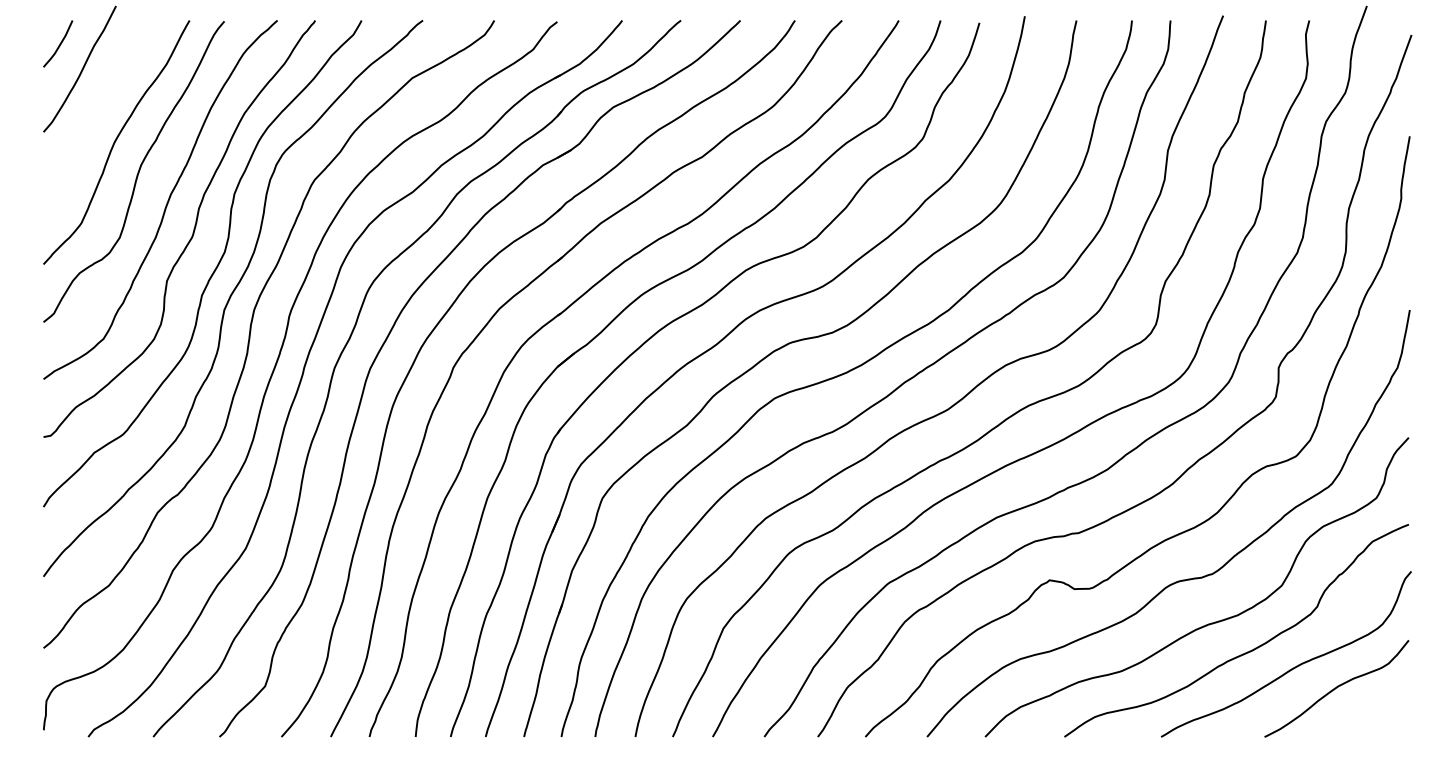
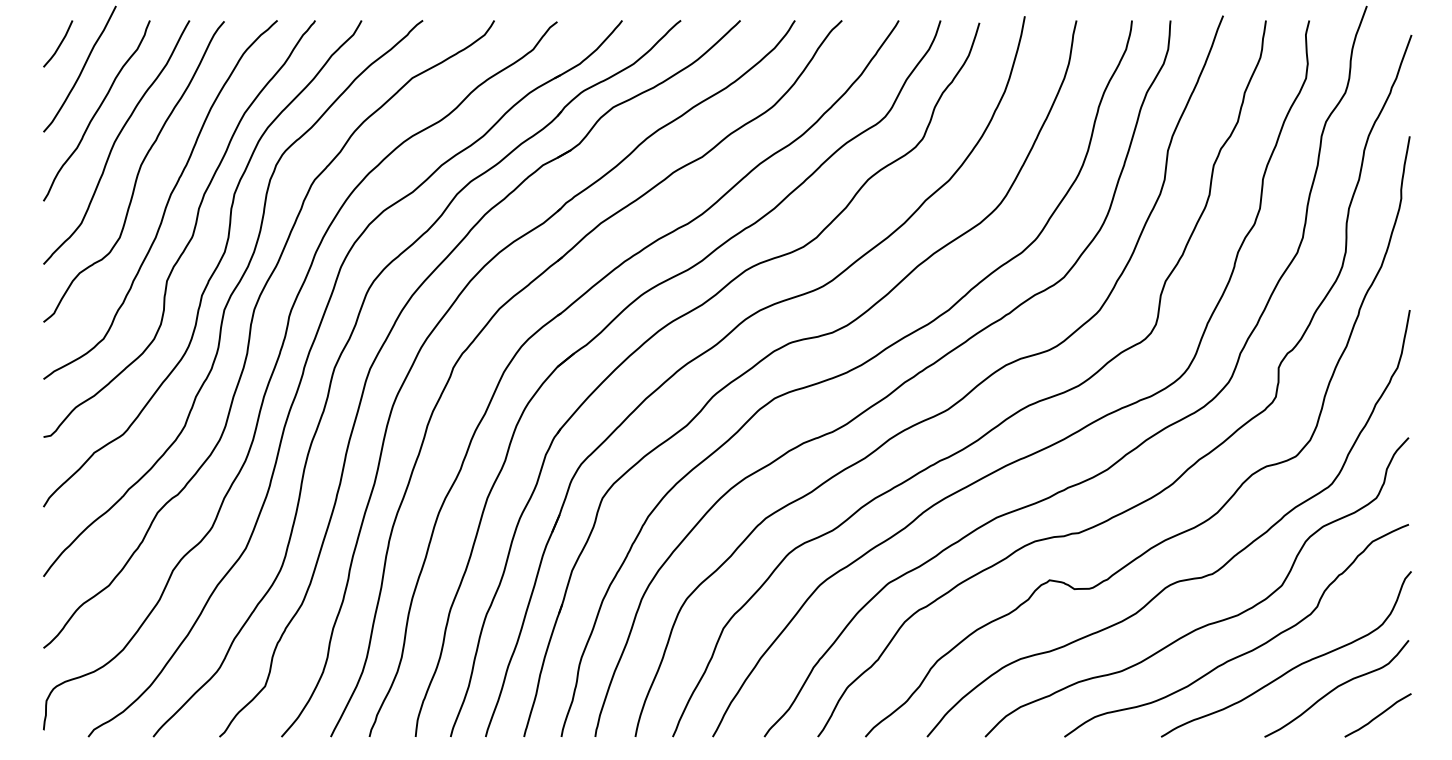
curve at (96, 110): none -> present
curve at (1377, 715): none -> present
